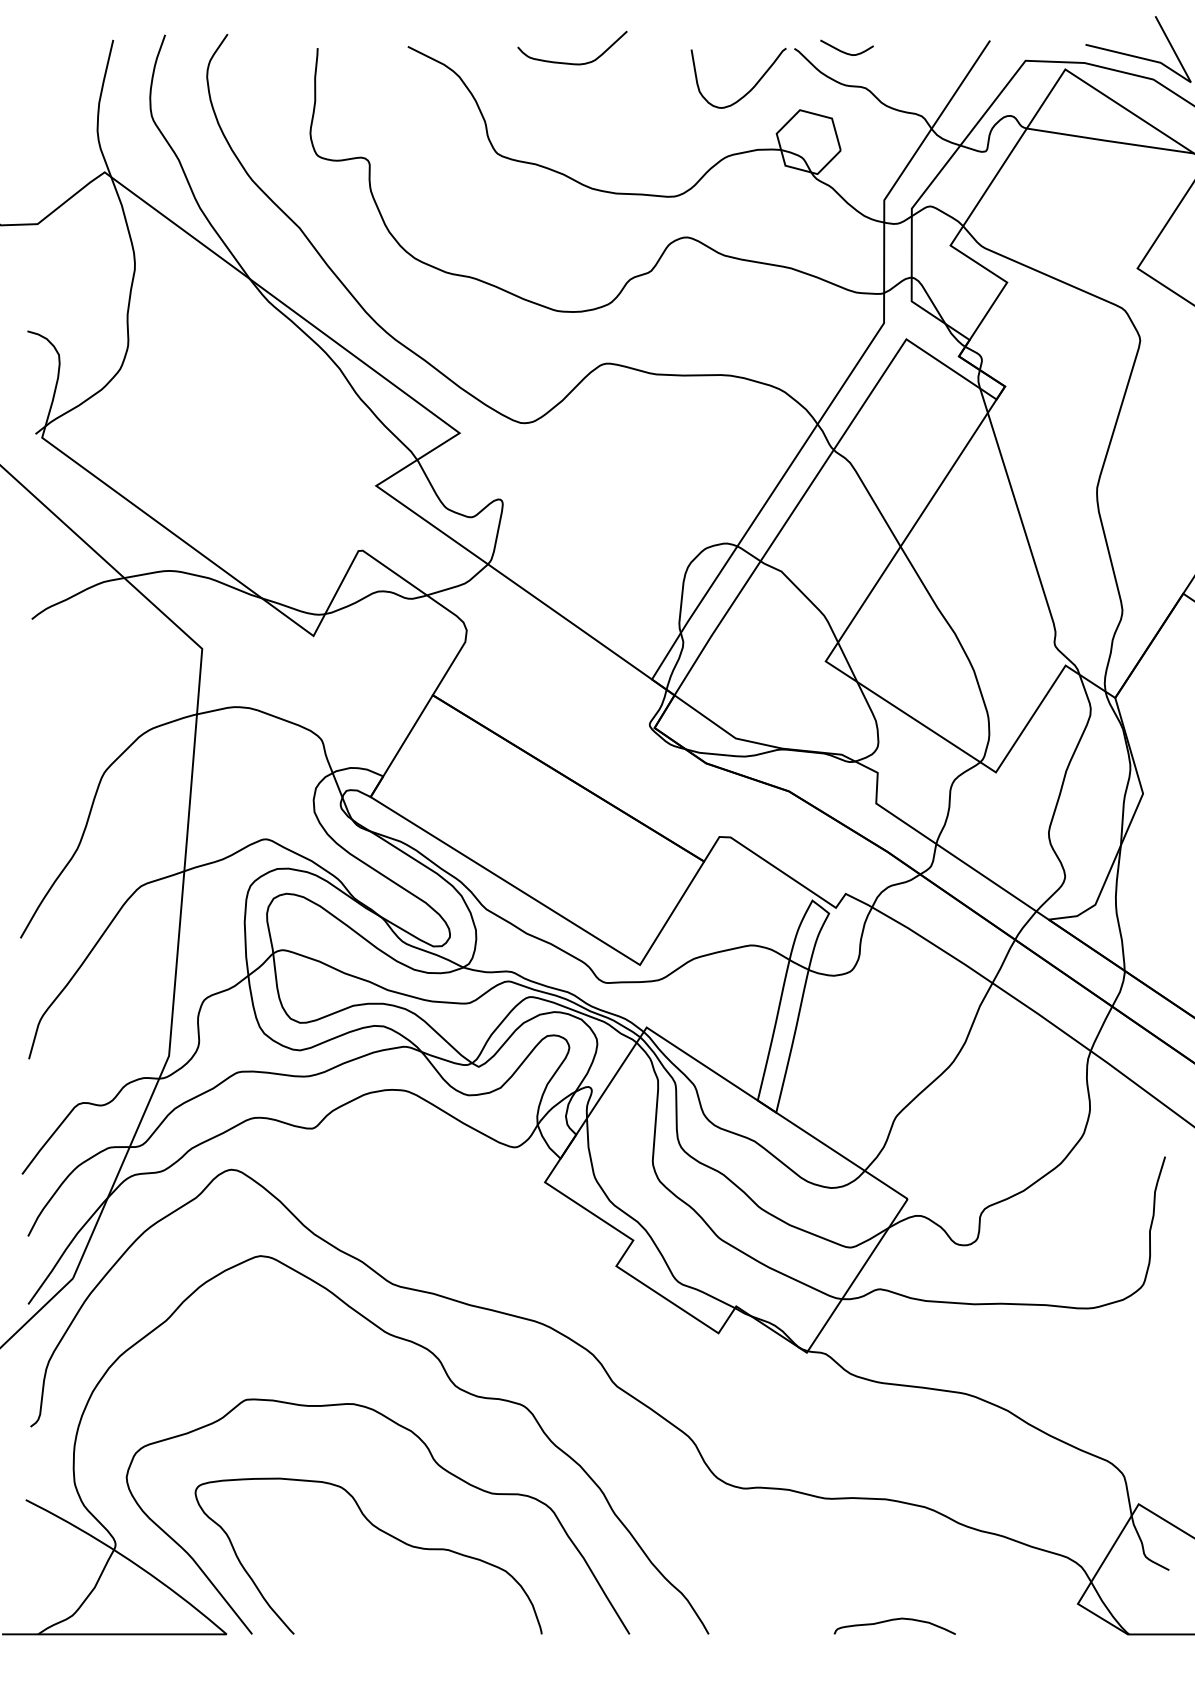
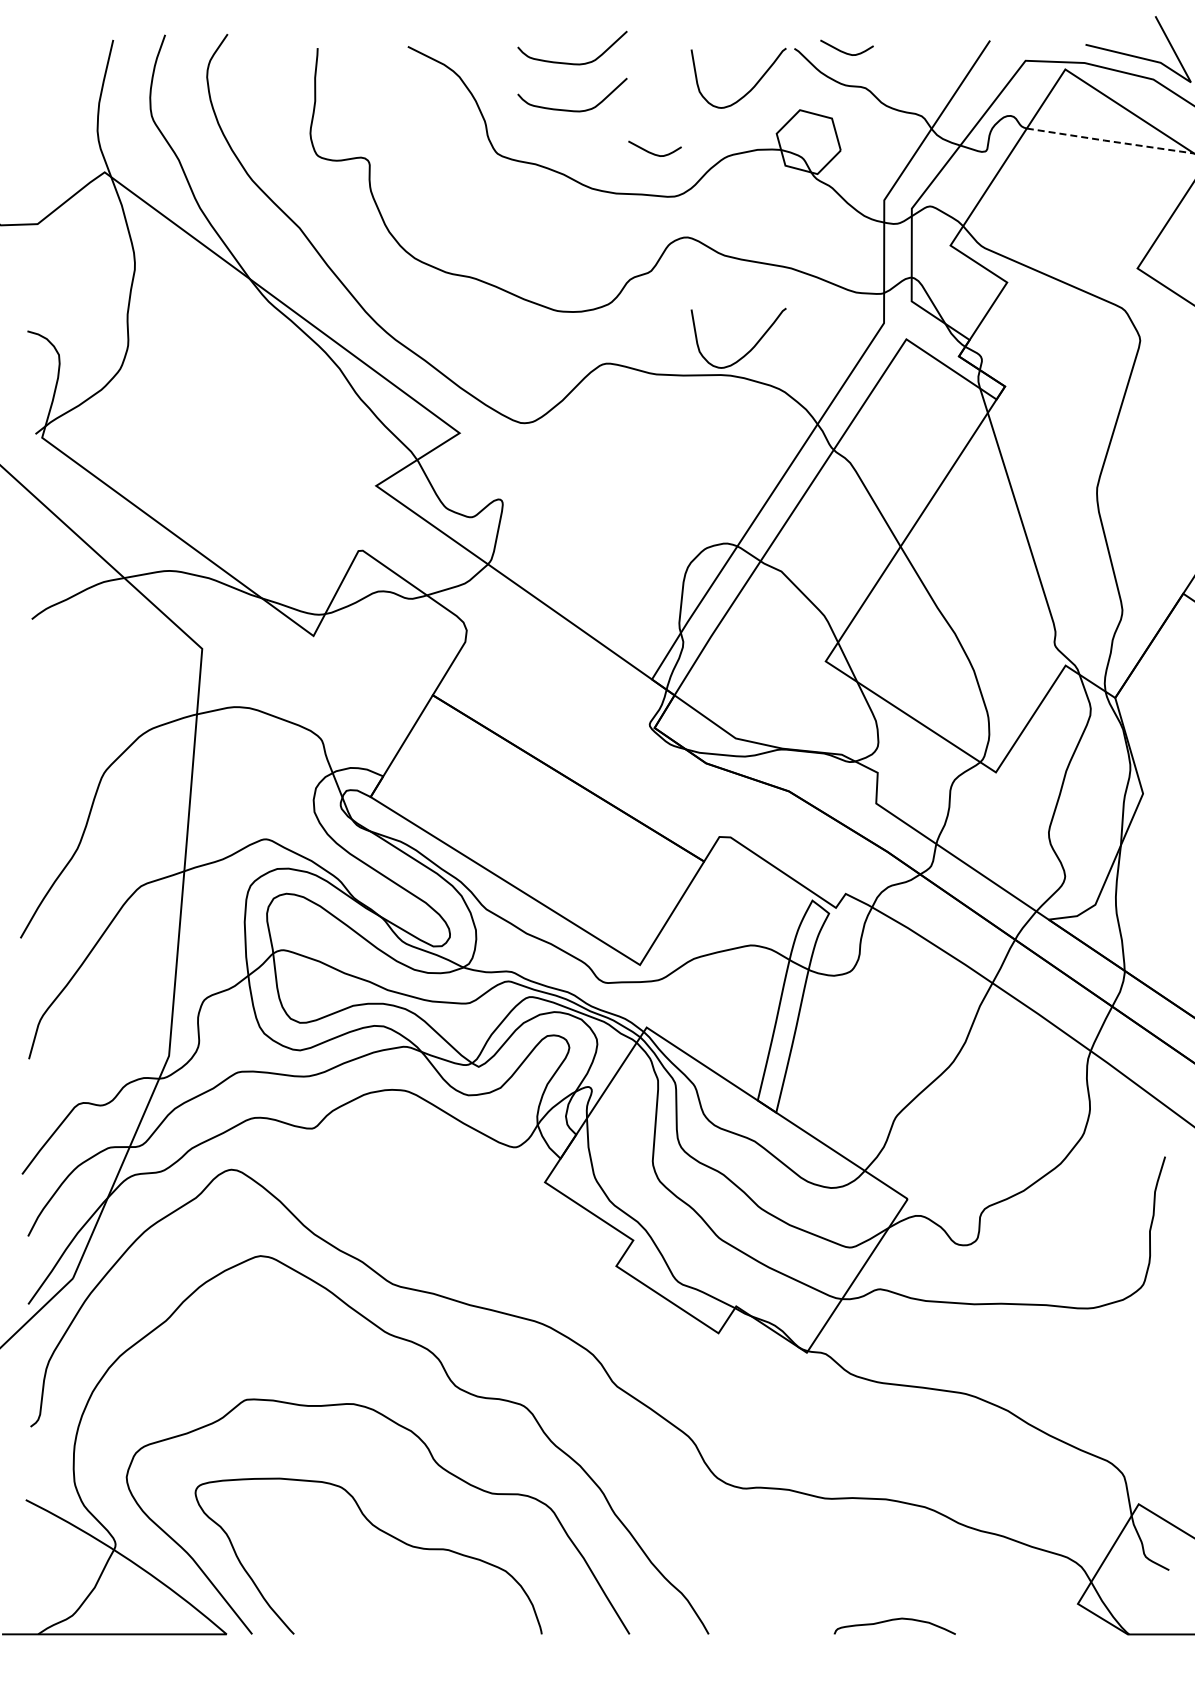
curve at (568, 109): none -> present
line at (1110, 141): solid -> dashed
curve at (652, 152): none -> present
curve at (750, 349): none -> present
